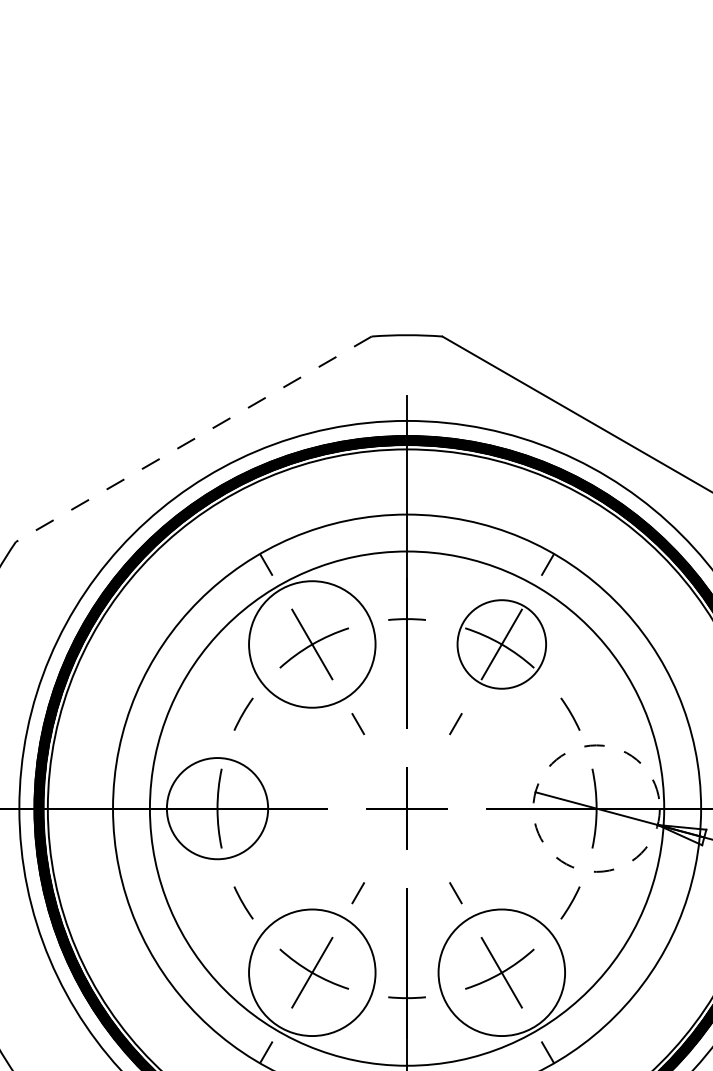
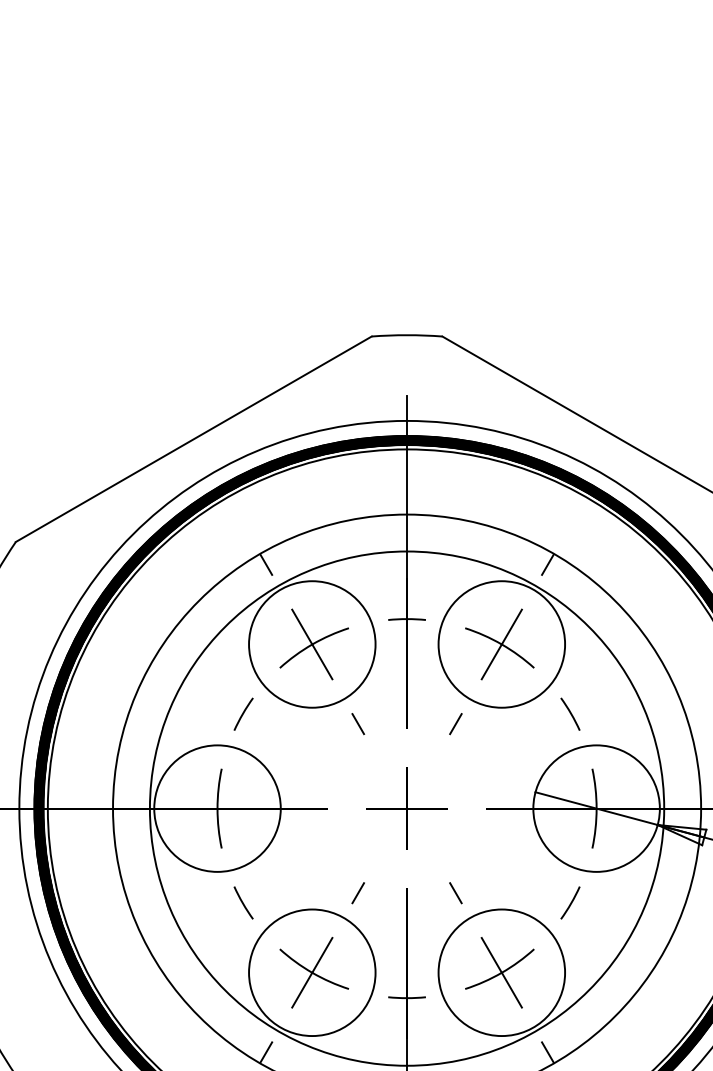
line at (193, 439): dashed -> solid
circle at (501, 644) diameter: 89 px -> 127 px
circle at (217, 808) diameter: 101 px -> 127 px
circle at (596, 808): dashed -> solid
